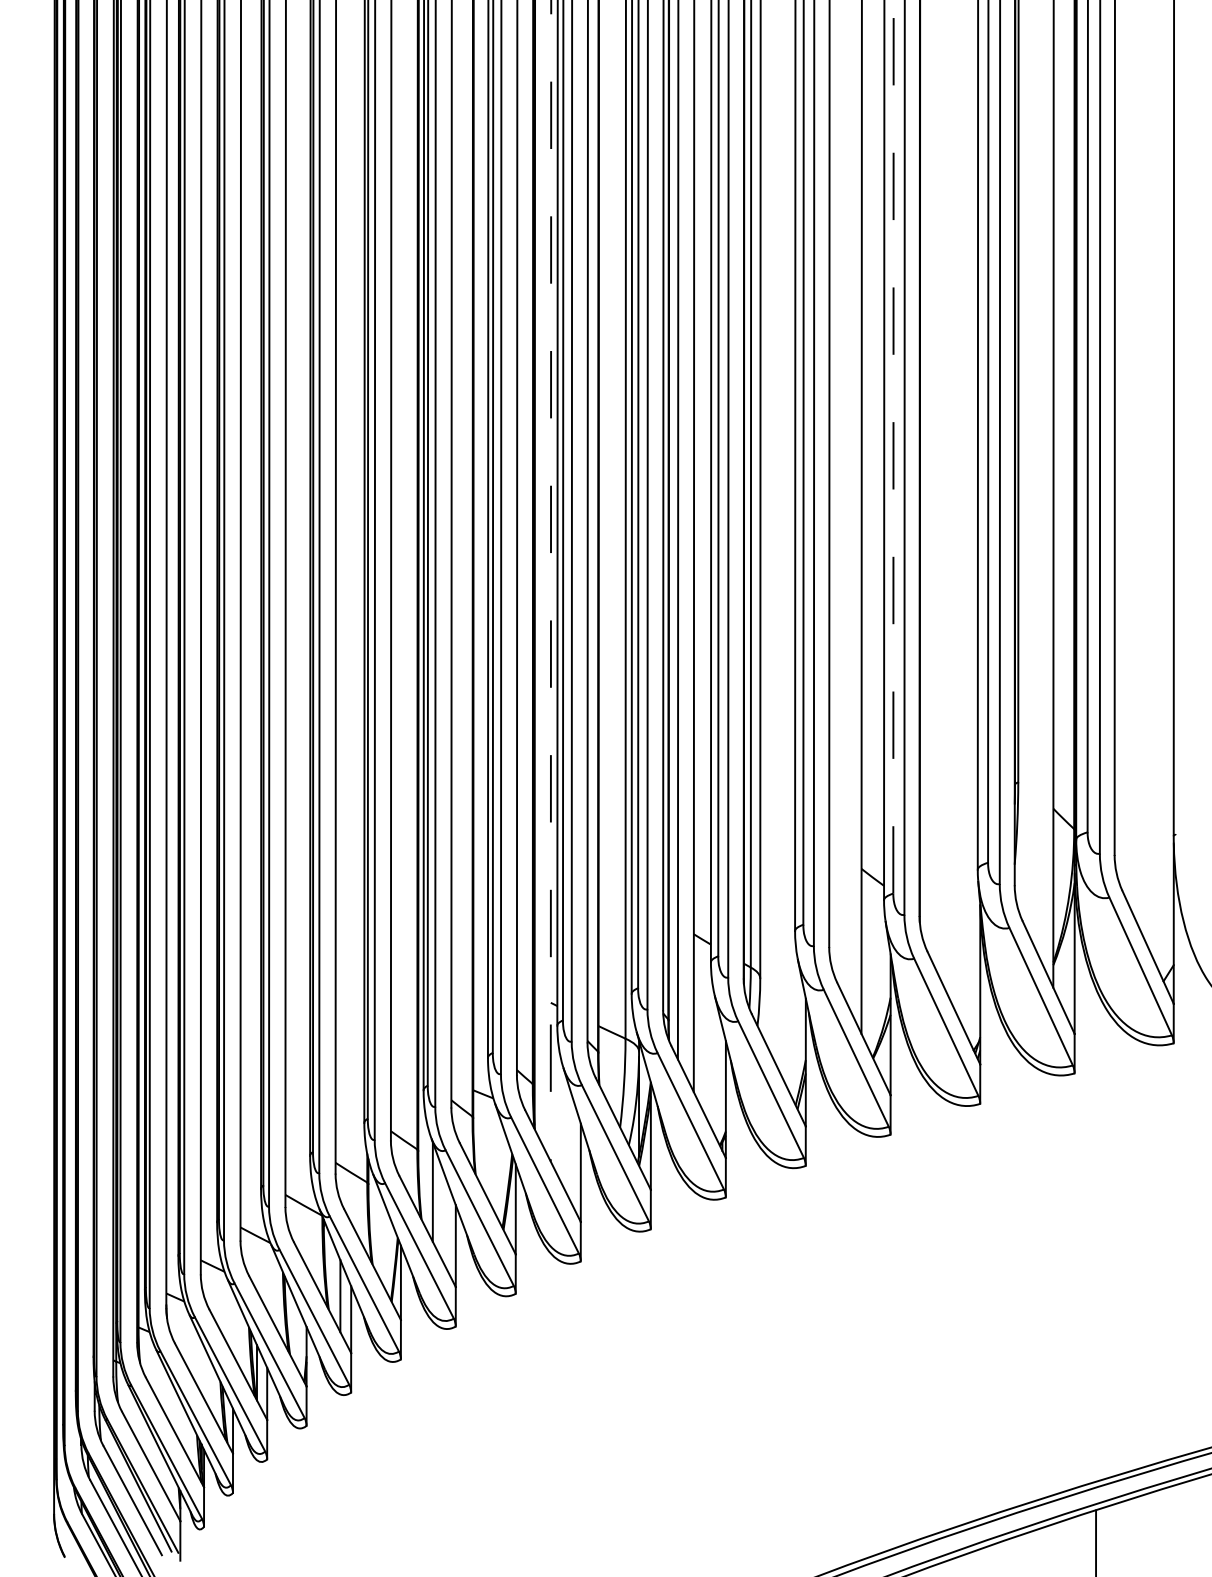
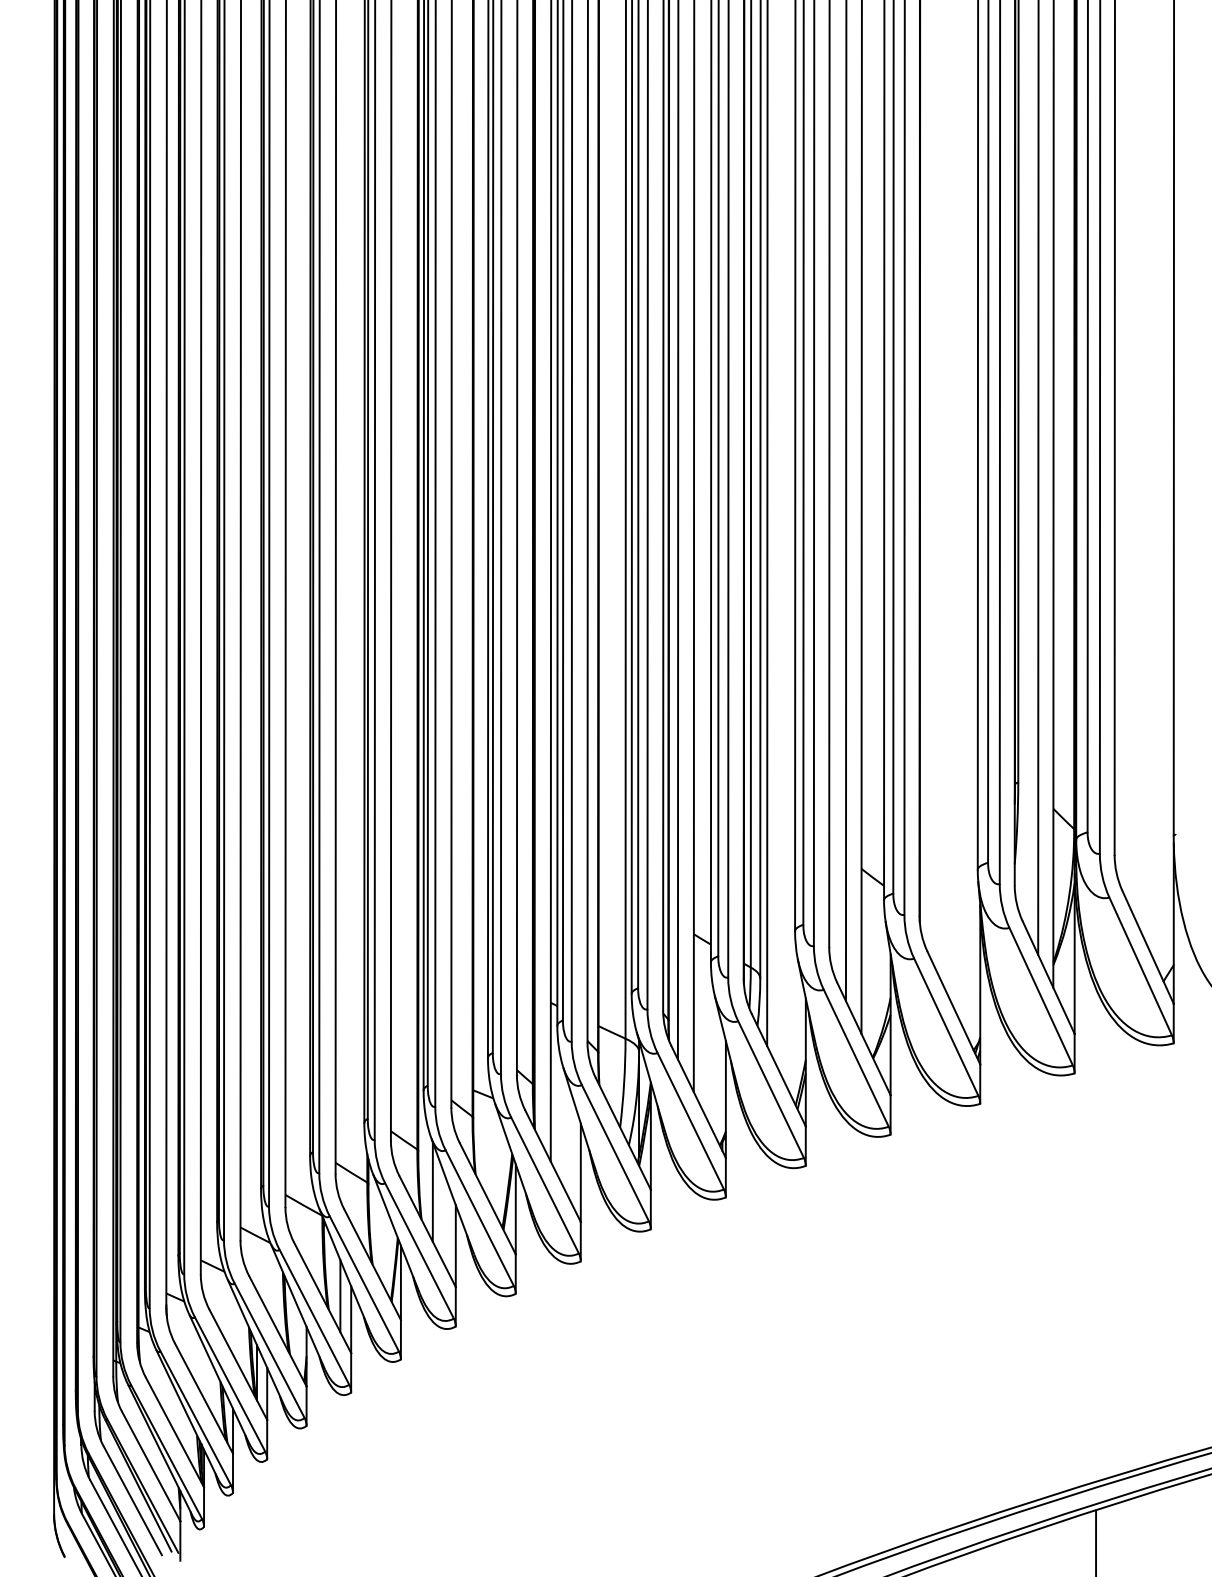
line at (893, 446): dashed -> solid
line at (1038, 478): none -> present
line at (845, 501): none -> present
line at (767, 524): none -> present
line at (550, 581): dashed -> solid
